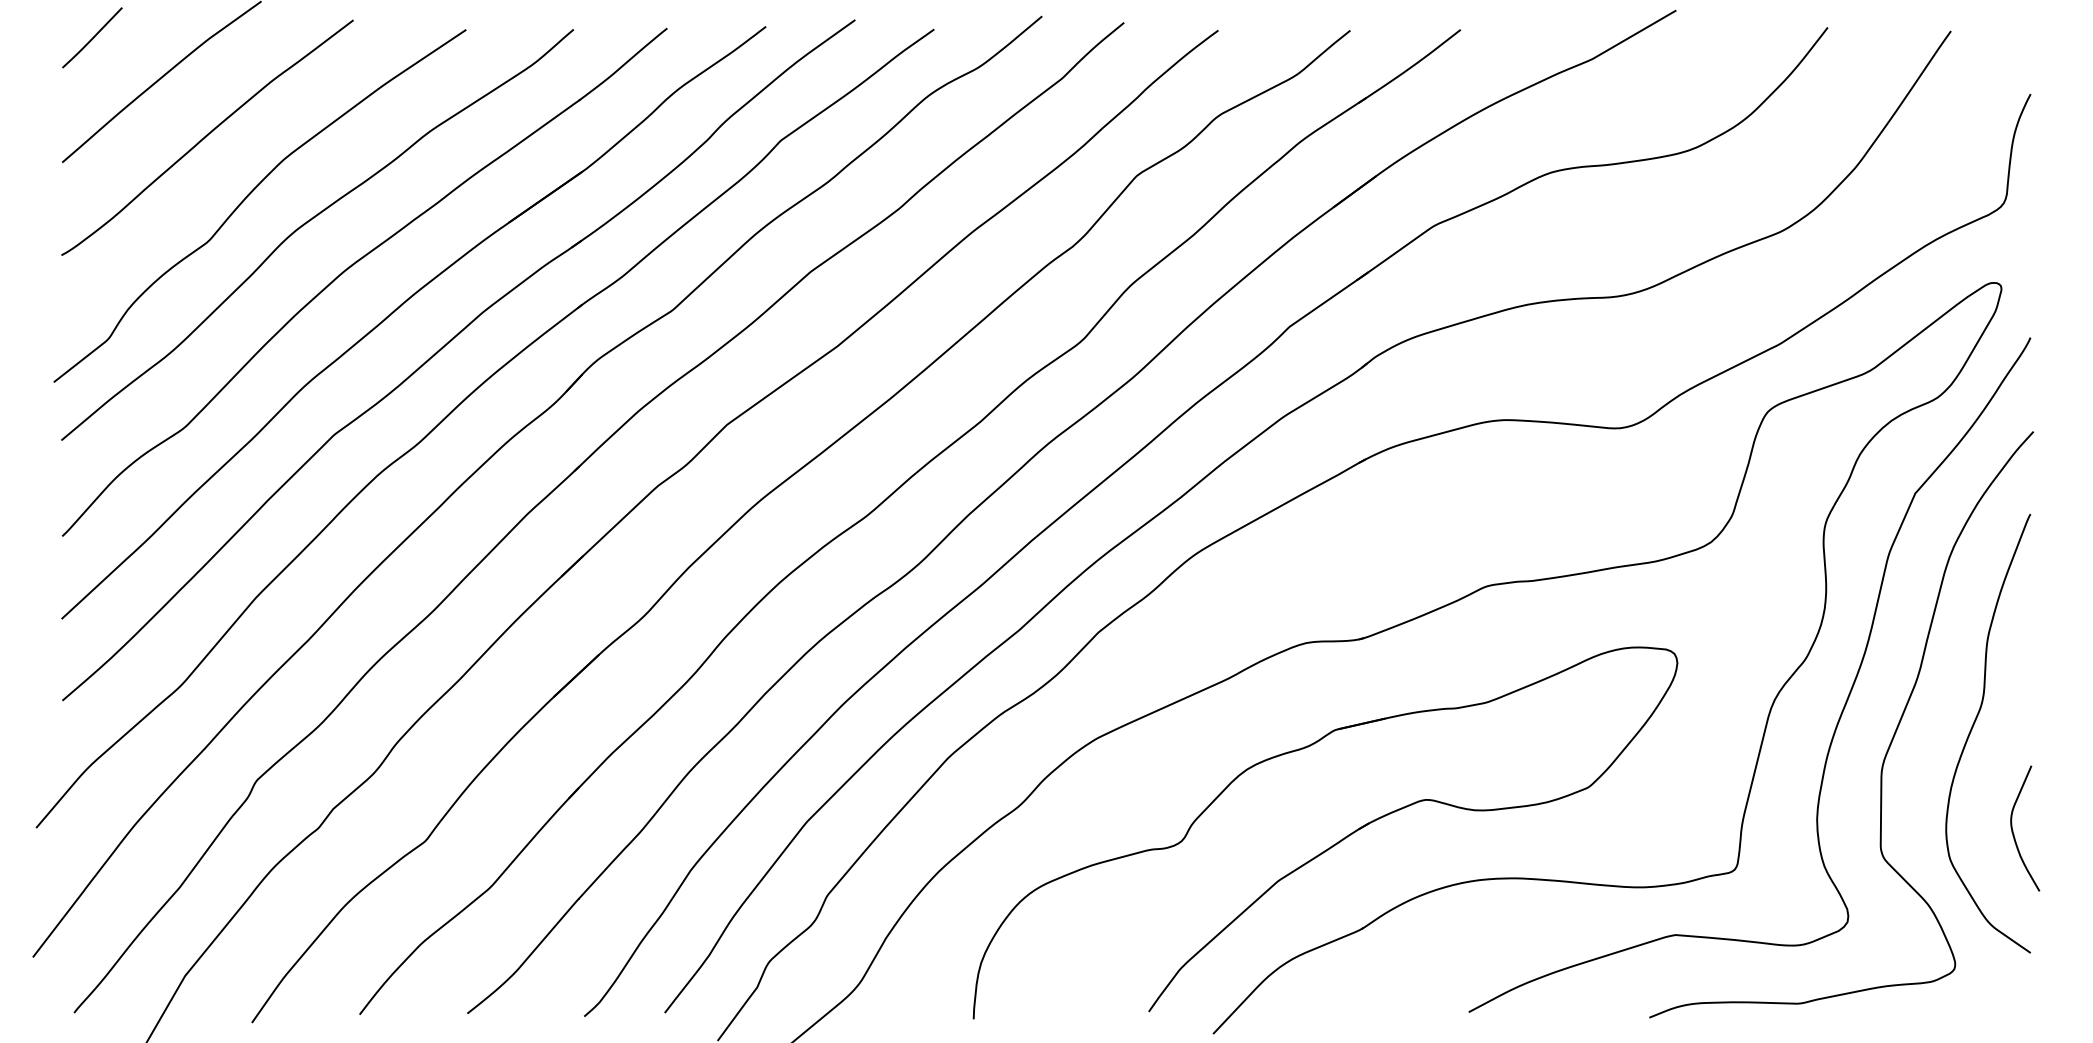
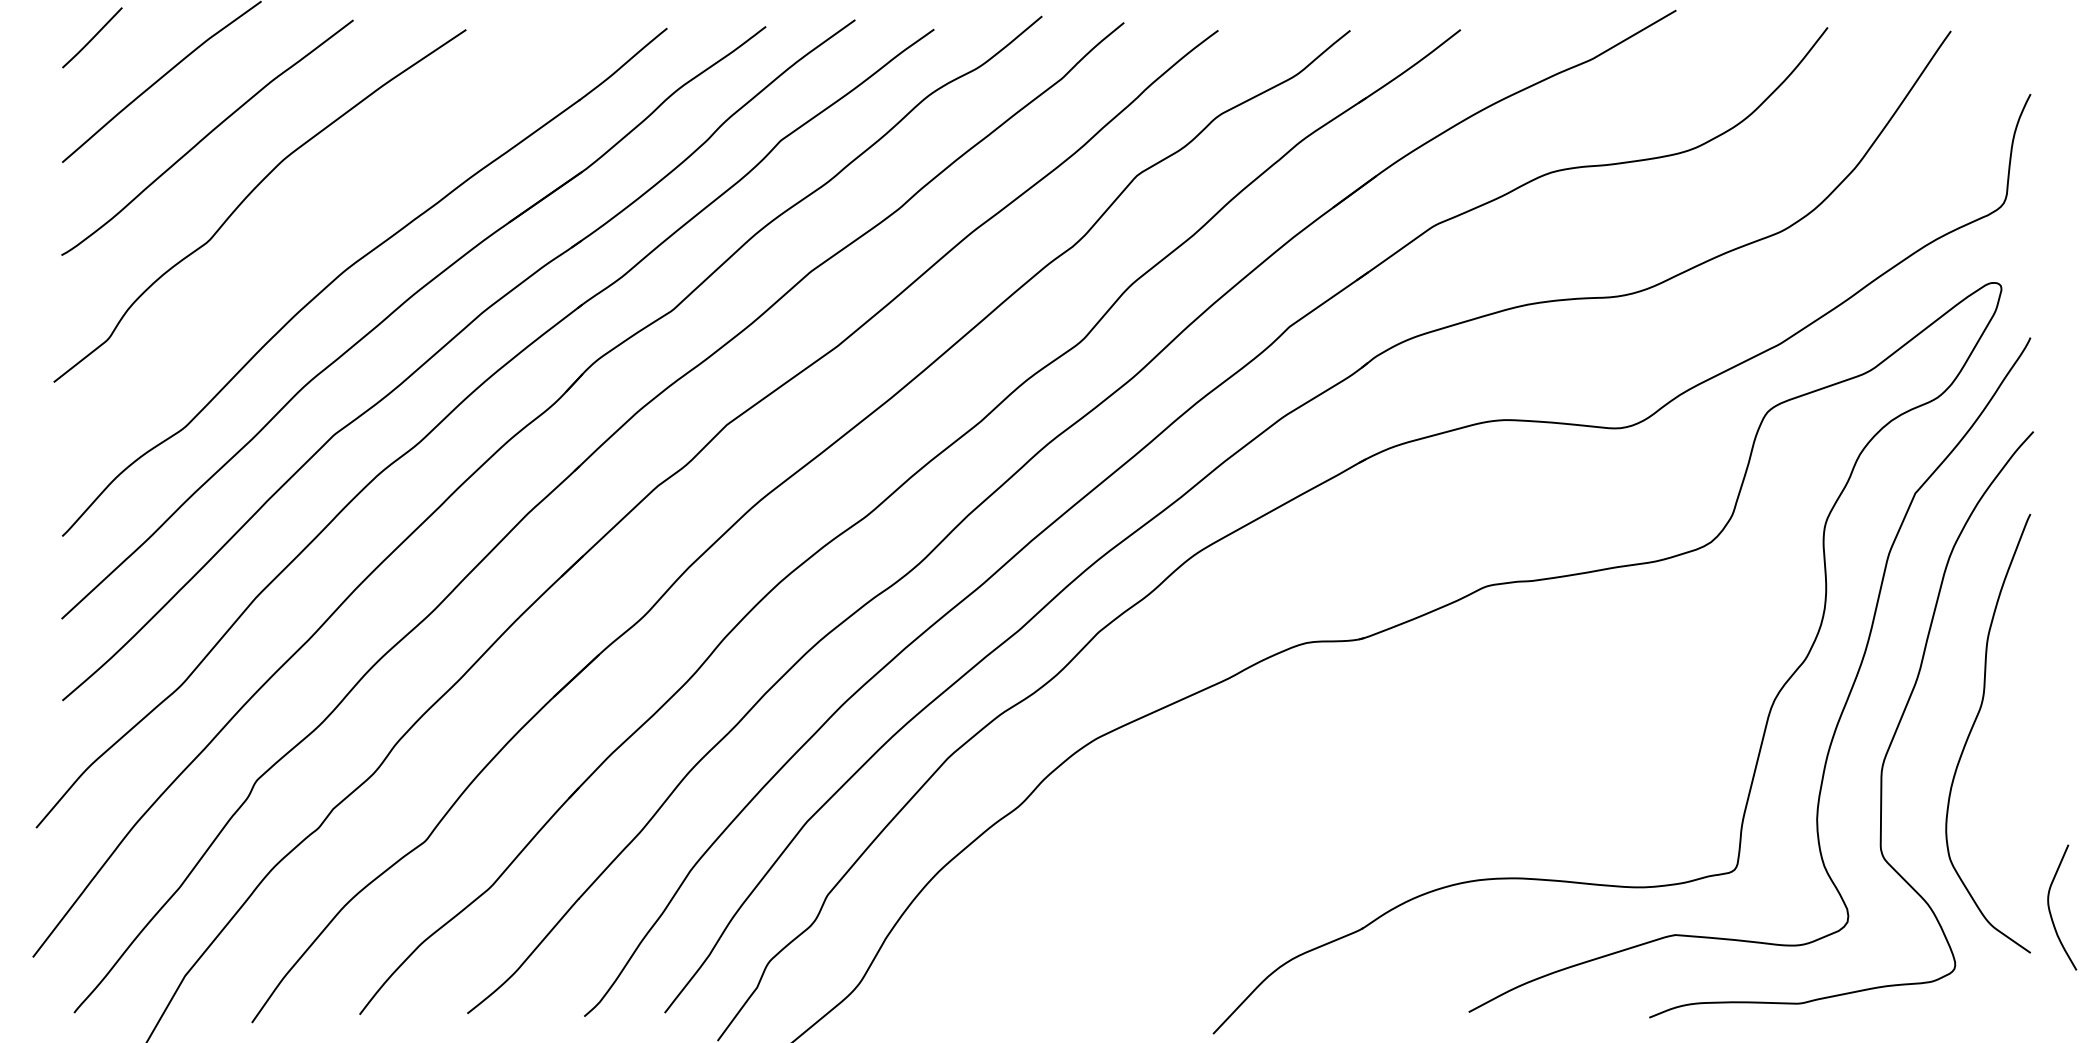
curve at (310, 221): present -> none
curve at (2013, 830) position: (2013, 830) -> (2050, 909)
part at (1333, 844): present -> none
